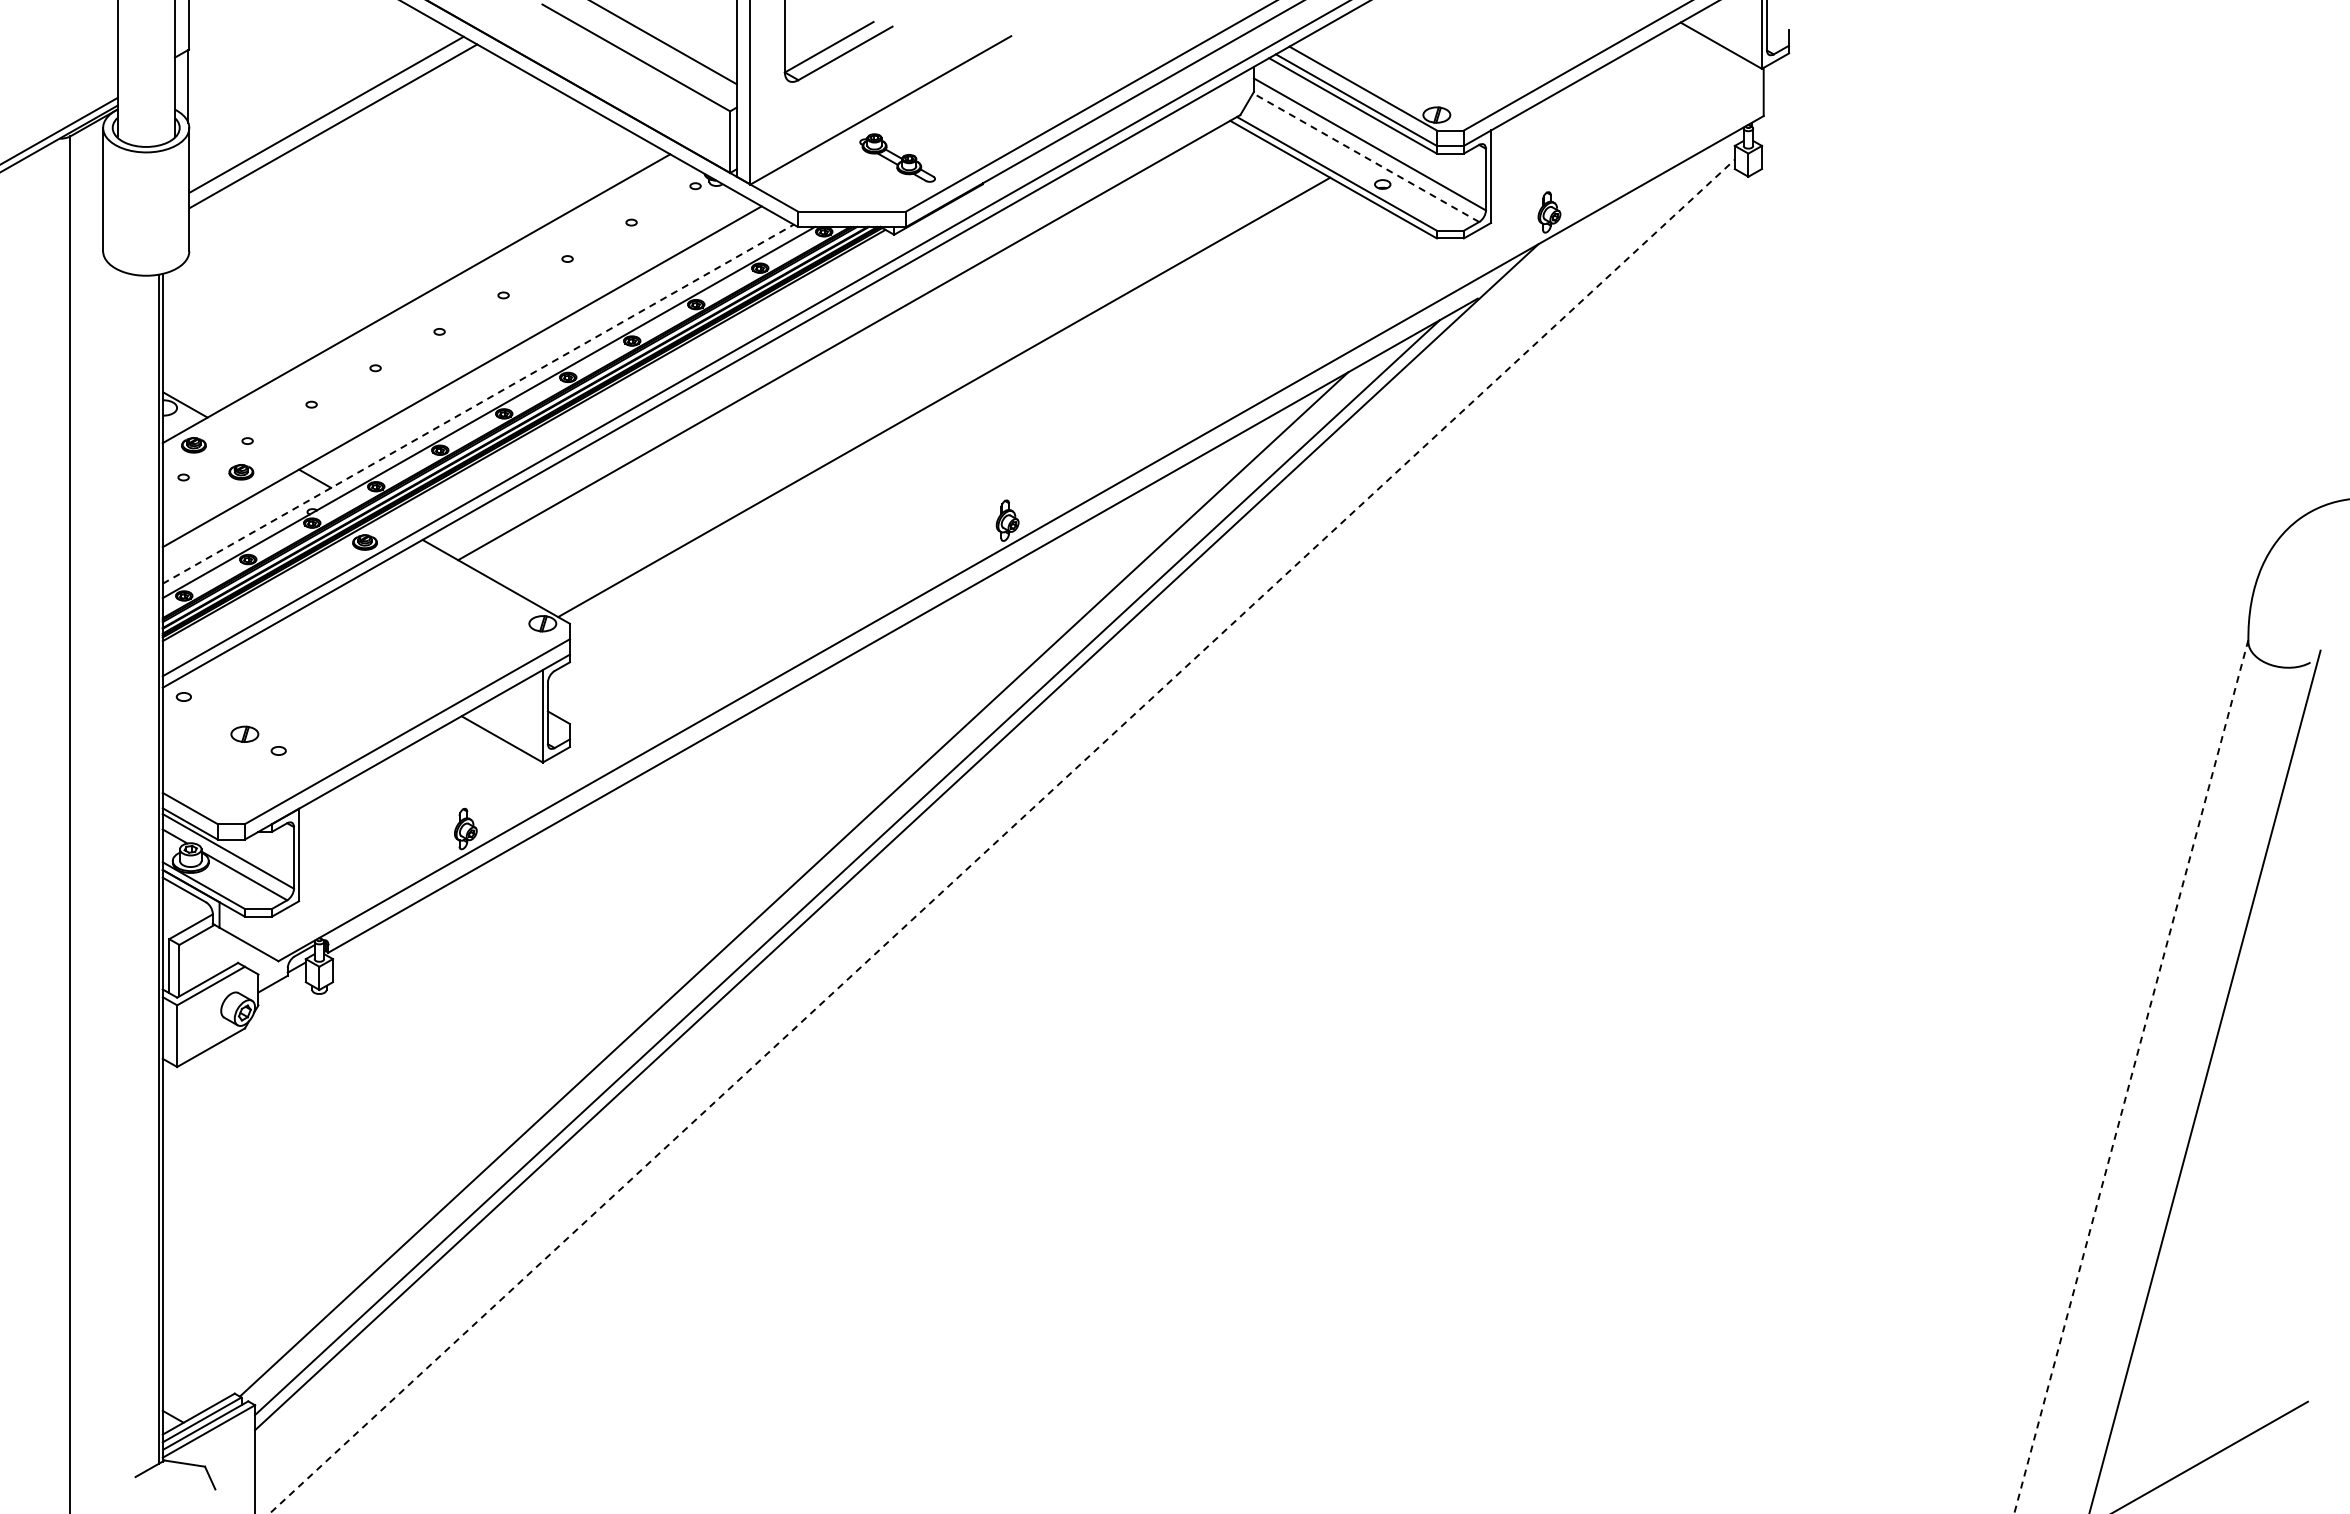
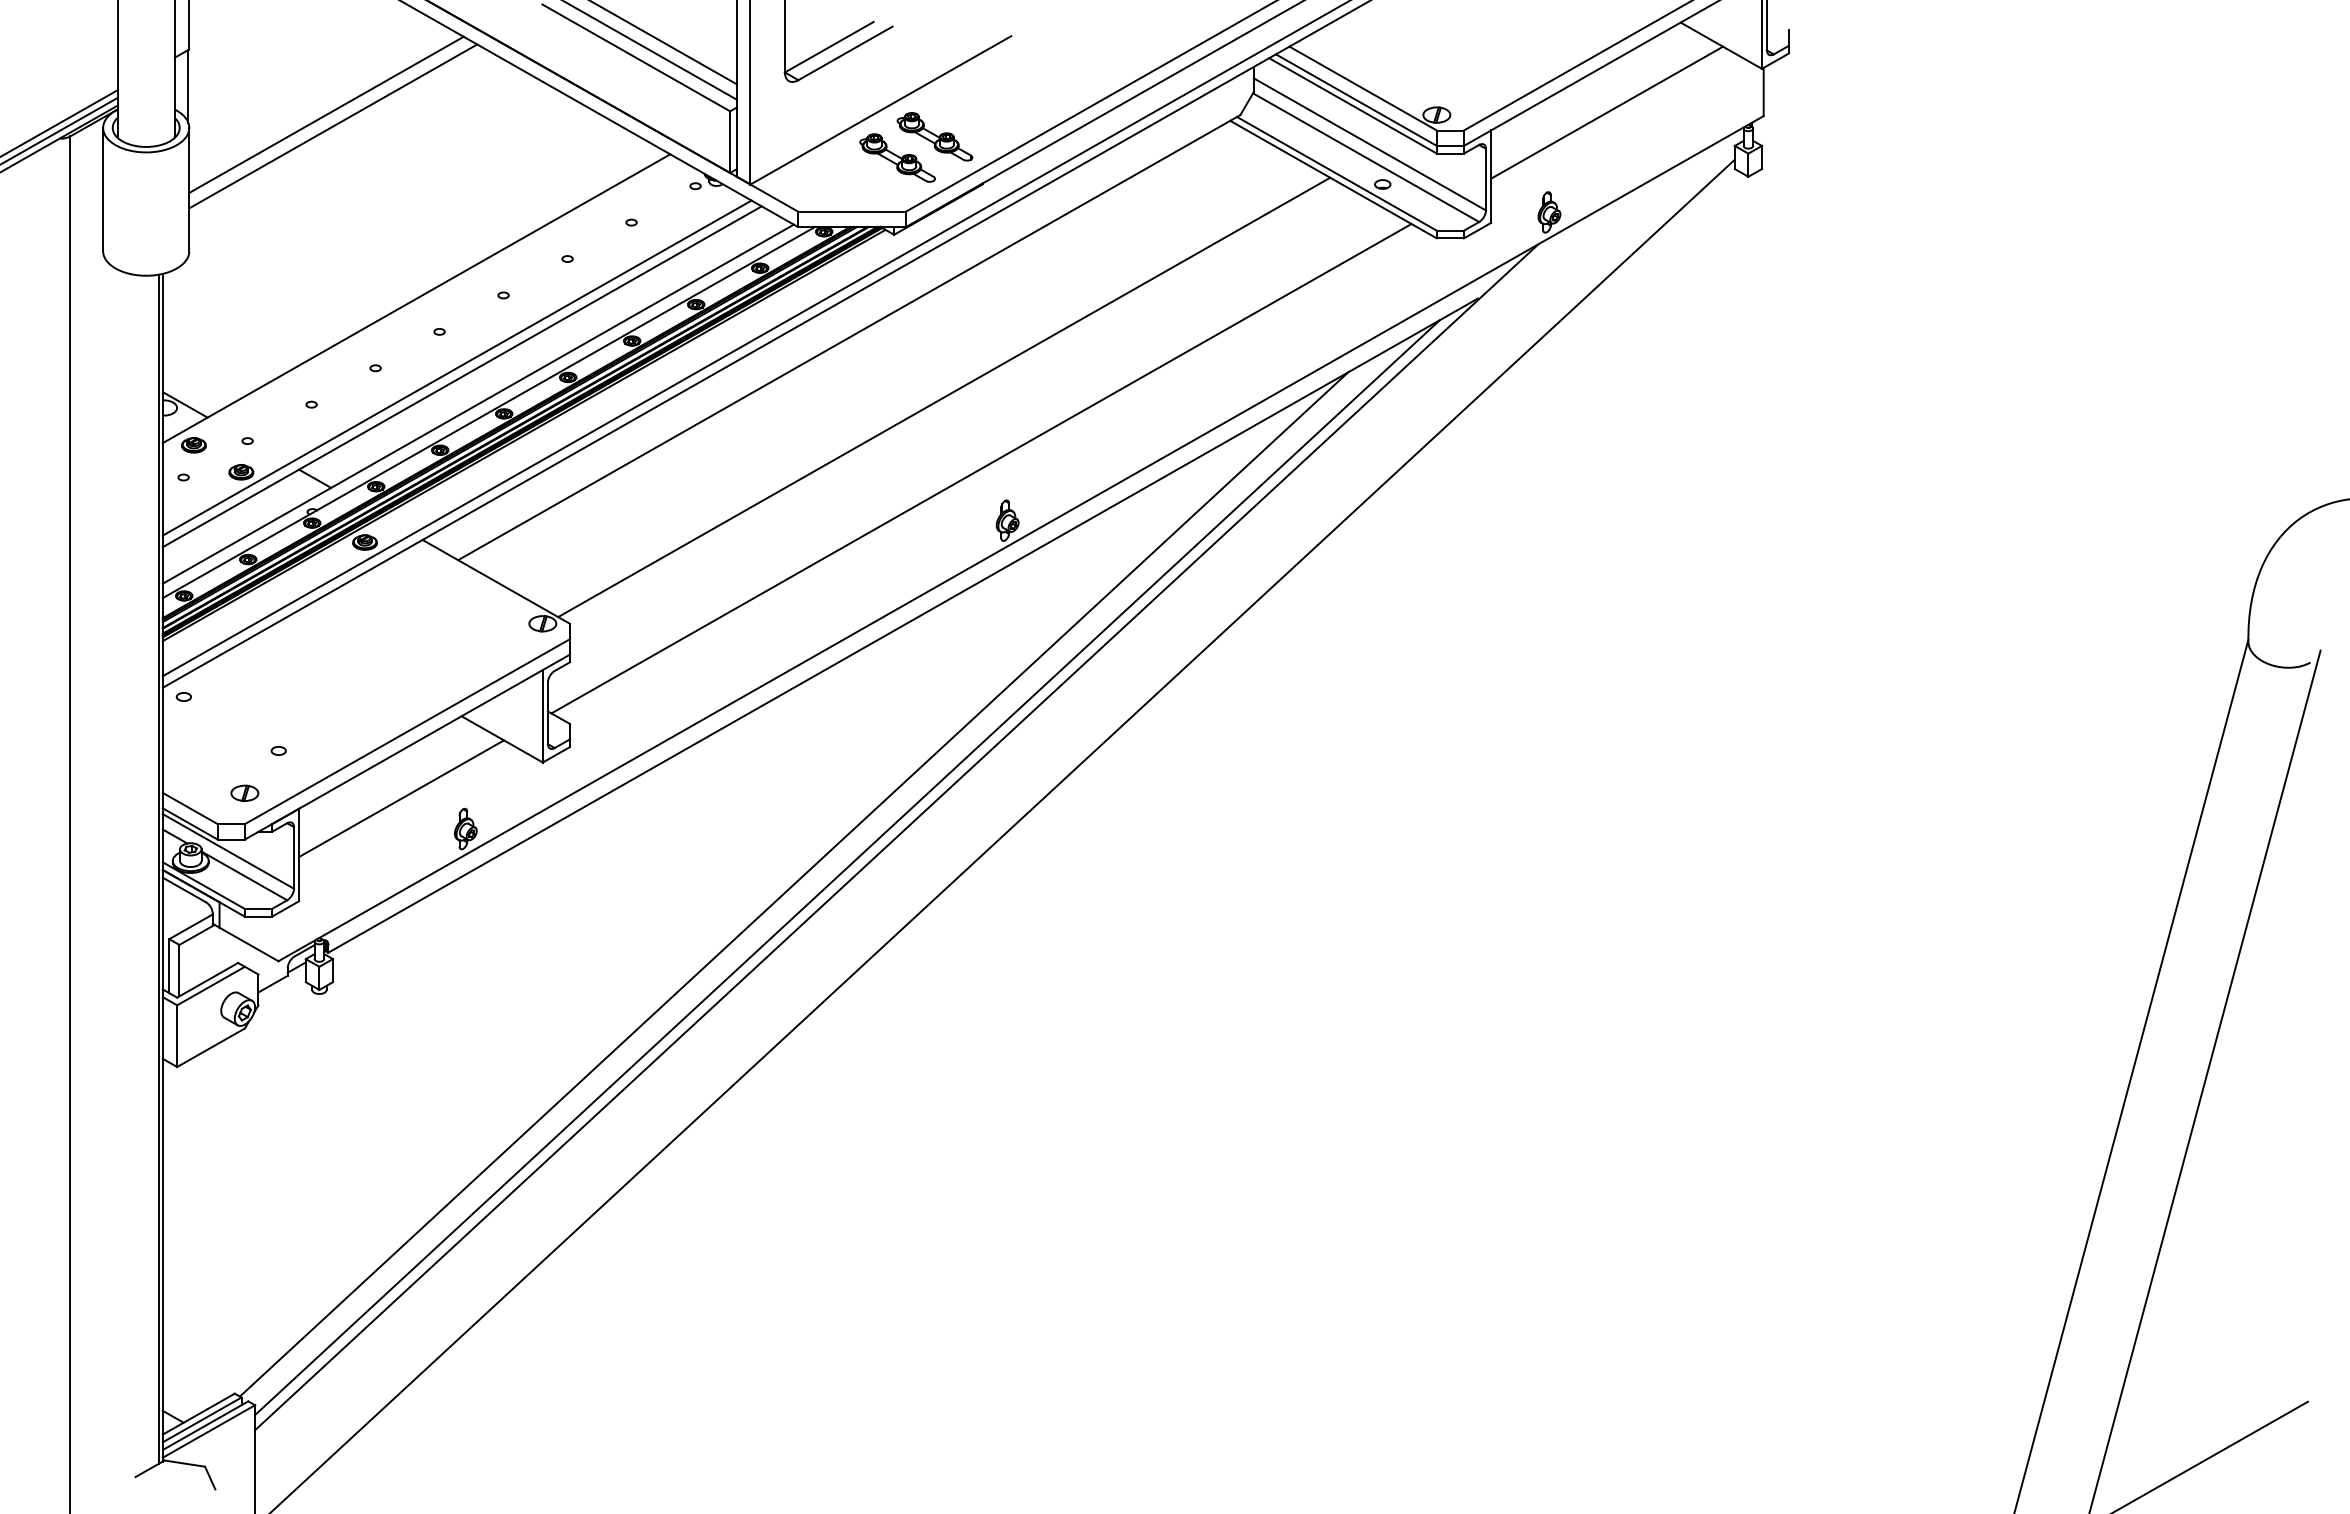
line at (650, 50): none -> present
line at (1607, 112): none -> present
line at (59, 122): none -> present
part at (934, 136): none -> present
line at (1365, 157): dashed -> solid
line at (456, 367): none -> present
line at (478, 403): dashed -> solid
line at (981, 468): none -> present
part at (244, 733) position: (244, 733) -> (244, 792)
line at (401, 798): none -> present
line at (1002, 836): dashed -> solid
line at (2131, 1076): dashed -> solid
